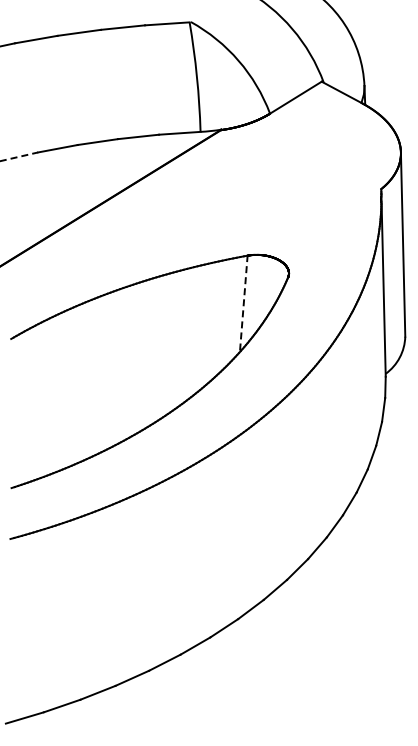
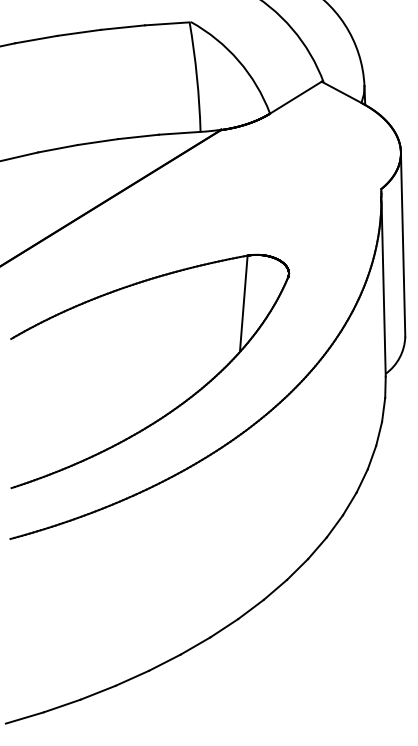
line at (19, 156): dashed -> solid
line at (243, 303): dashed -> solid
